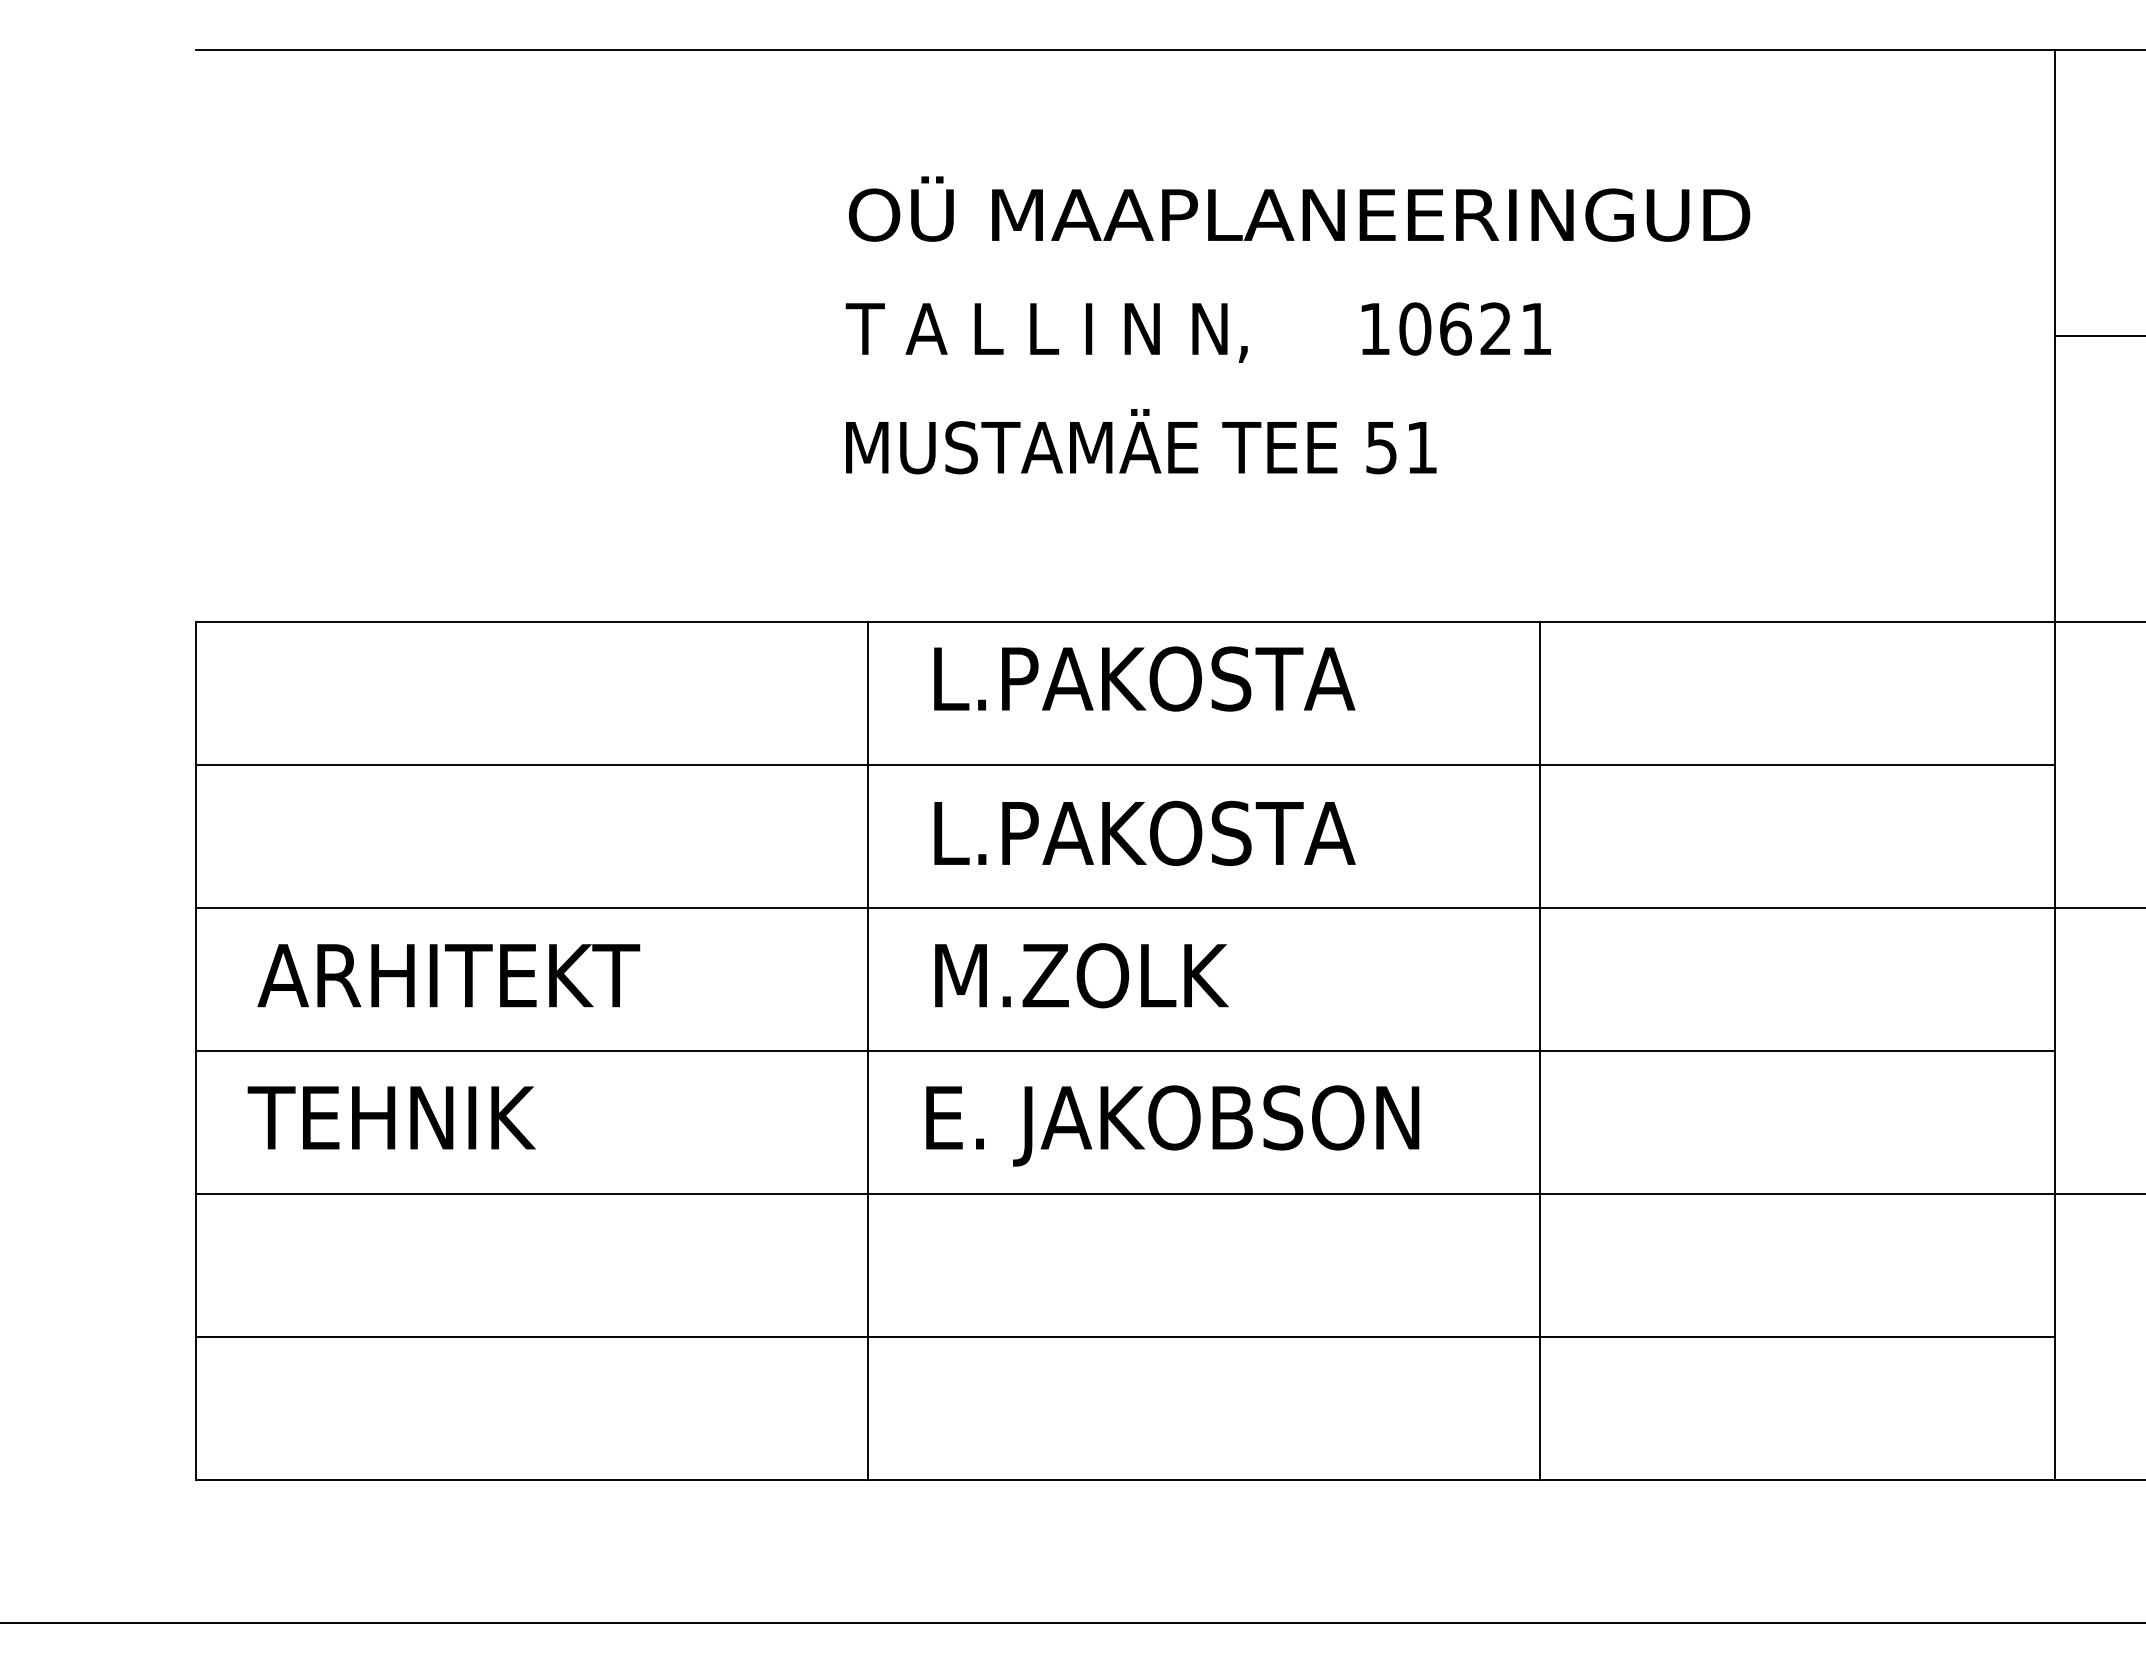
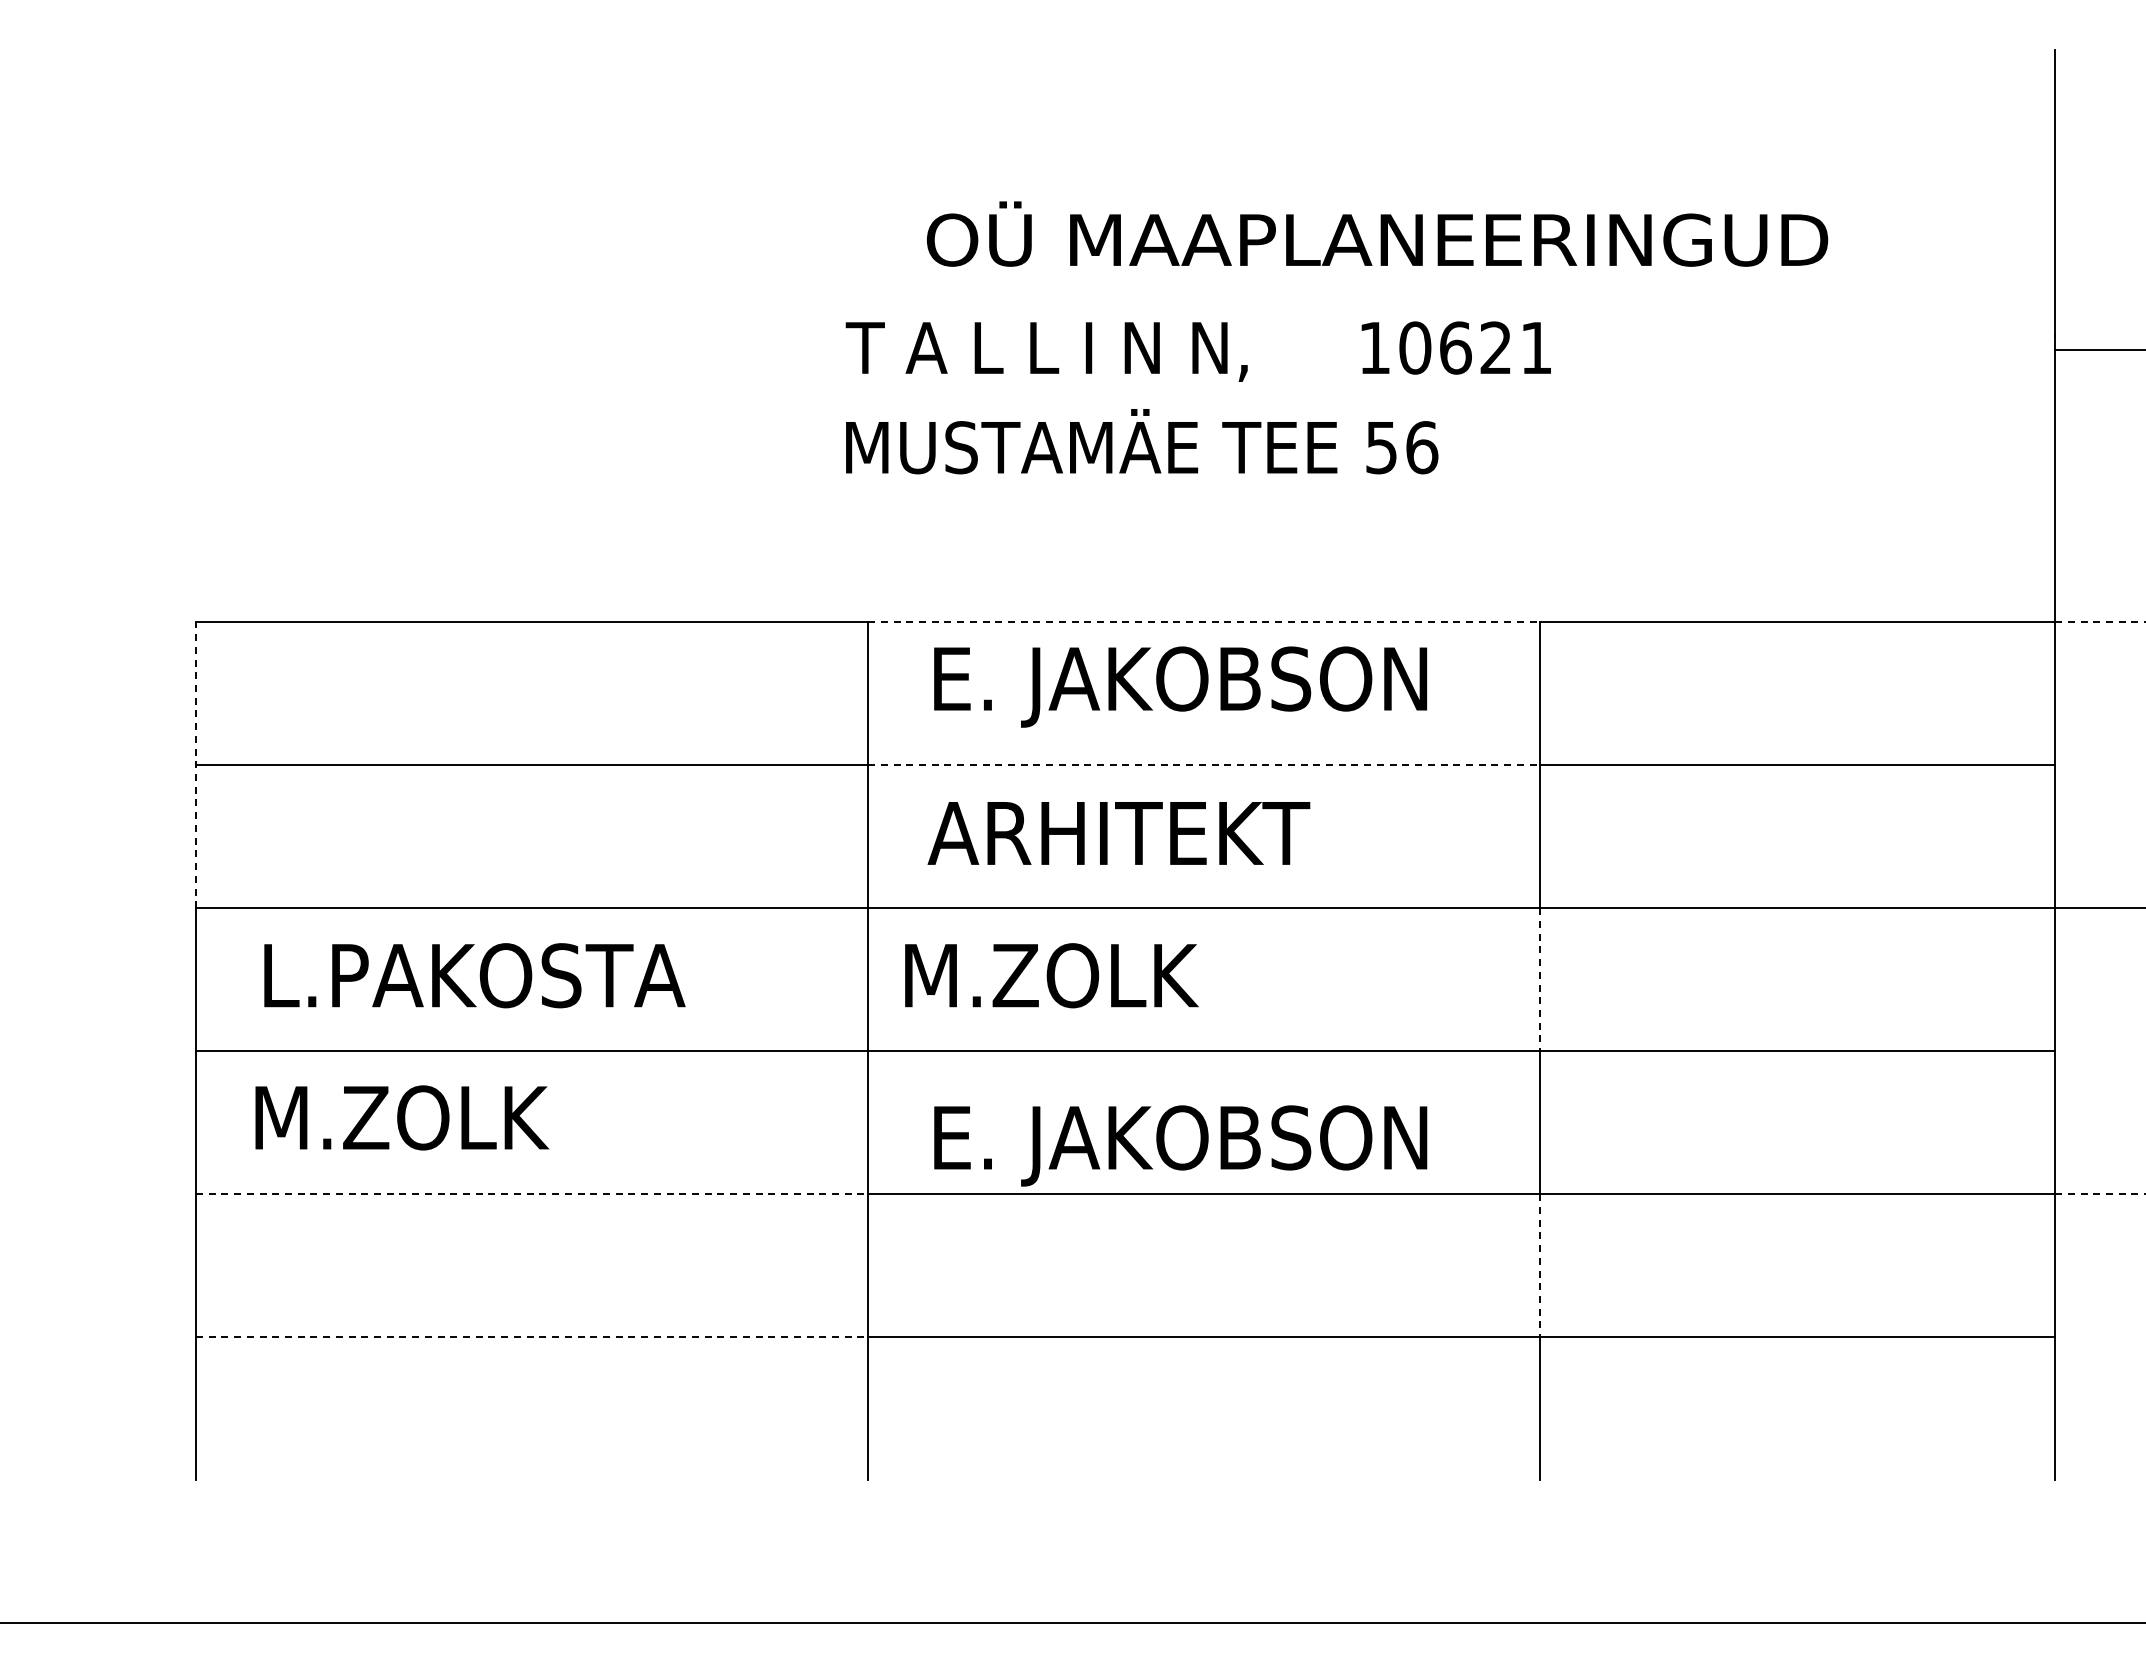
line at (1168, 50): present -> none
text at (1299, 208) position: (1299, 208) -> (1377, 233)
text at (1197, 332) position: (1197, 332) -> (1197, 351)
line at (2098, 336) position: (2098, 336) -> (2098, 350)
text at (1422, 447): 51 -> 56
line at (1204, 622): solid -> dashed
line at (2100, 622): solid -> dashed
text at (1184, 686): L.PAKOSTA -> E. JAKOBSON
line at (195, 764): solid -> dashed
line at (1204, 765): solid -> dashed
text at (1141, 833): L.PAKOSTA -> ARHITEKT
text at (471, 975): ARHITEKT -> L.PAKOSTA
text at (1081, 975) position: (1081, 975) -> (1051, 975)
line at (1540, 979): solid -> dashed
text at (398, 1117): TEHNIK -> M.ZOLK
text at (1172, 1125) position: (1172, 1125) -> (1180, 1145)
line at (532, 1194): solid -> dashed
line at (2100, 1194): solid -> dashed
line at (1540, 1265): solid -> dashed
line at (532, 1337): solid -> dashed
line at (1168, 1480): present -> none
